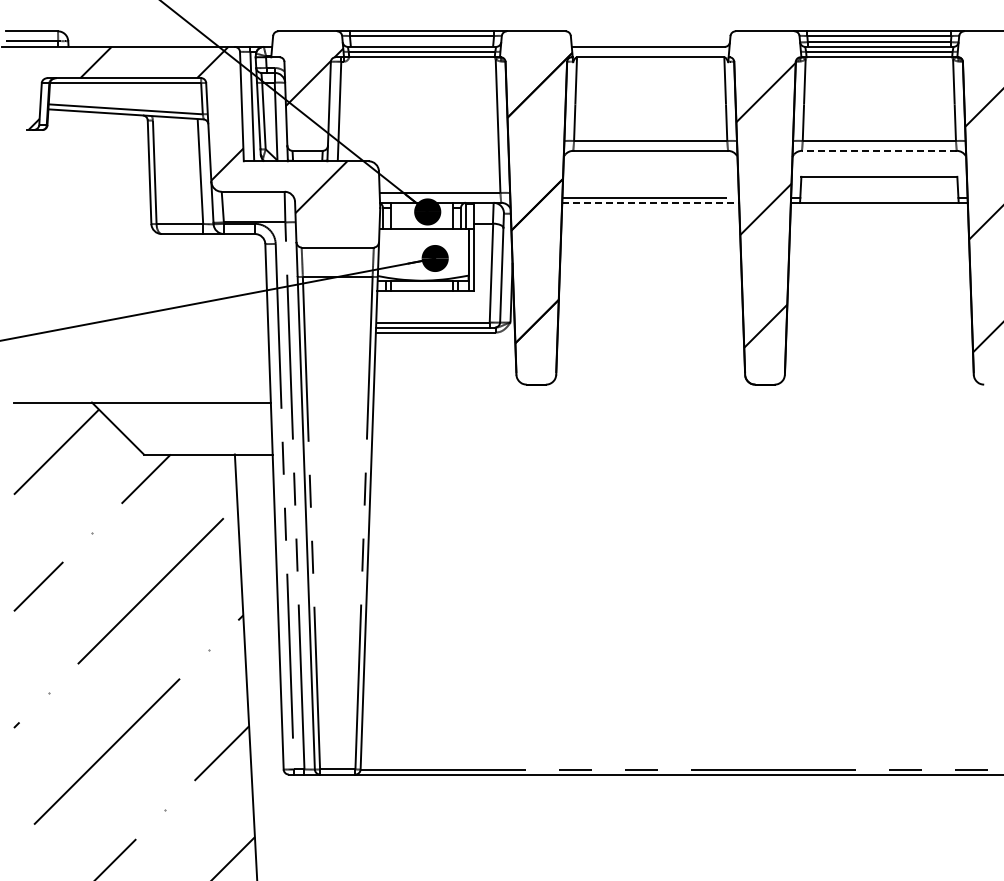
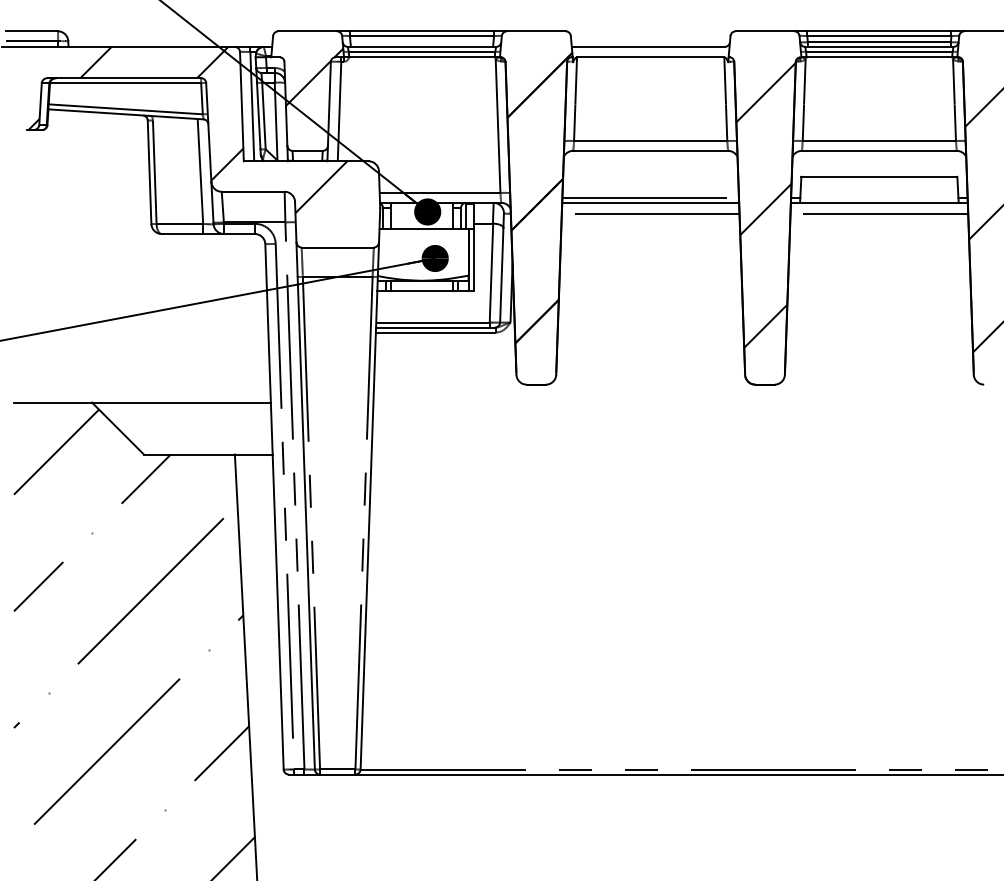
line at (878, 150): dashed -> solid
line at (650, 202): dashed -> solid
line at (650, 213): none -> present
line at (879, 213): none -> present
